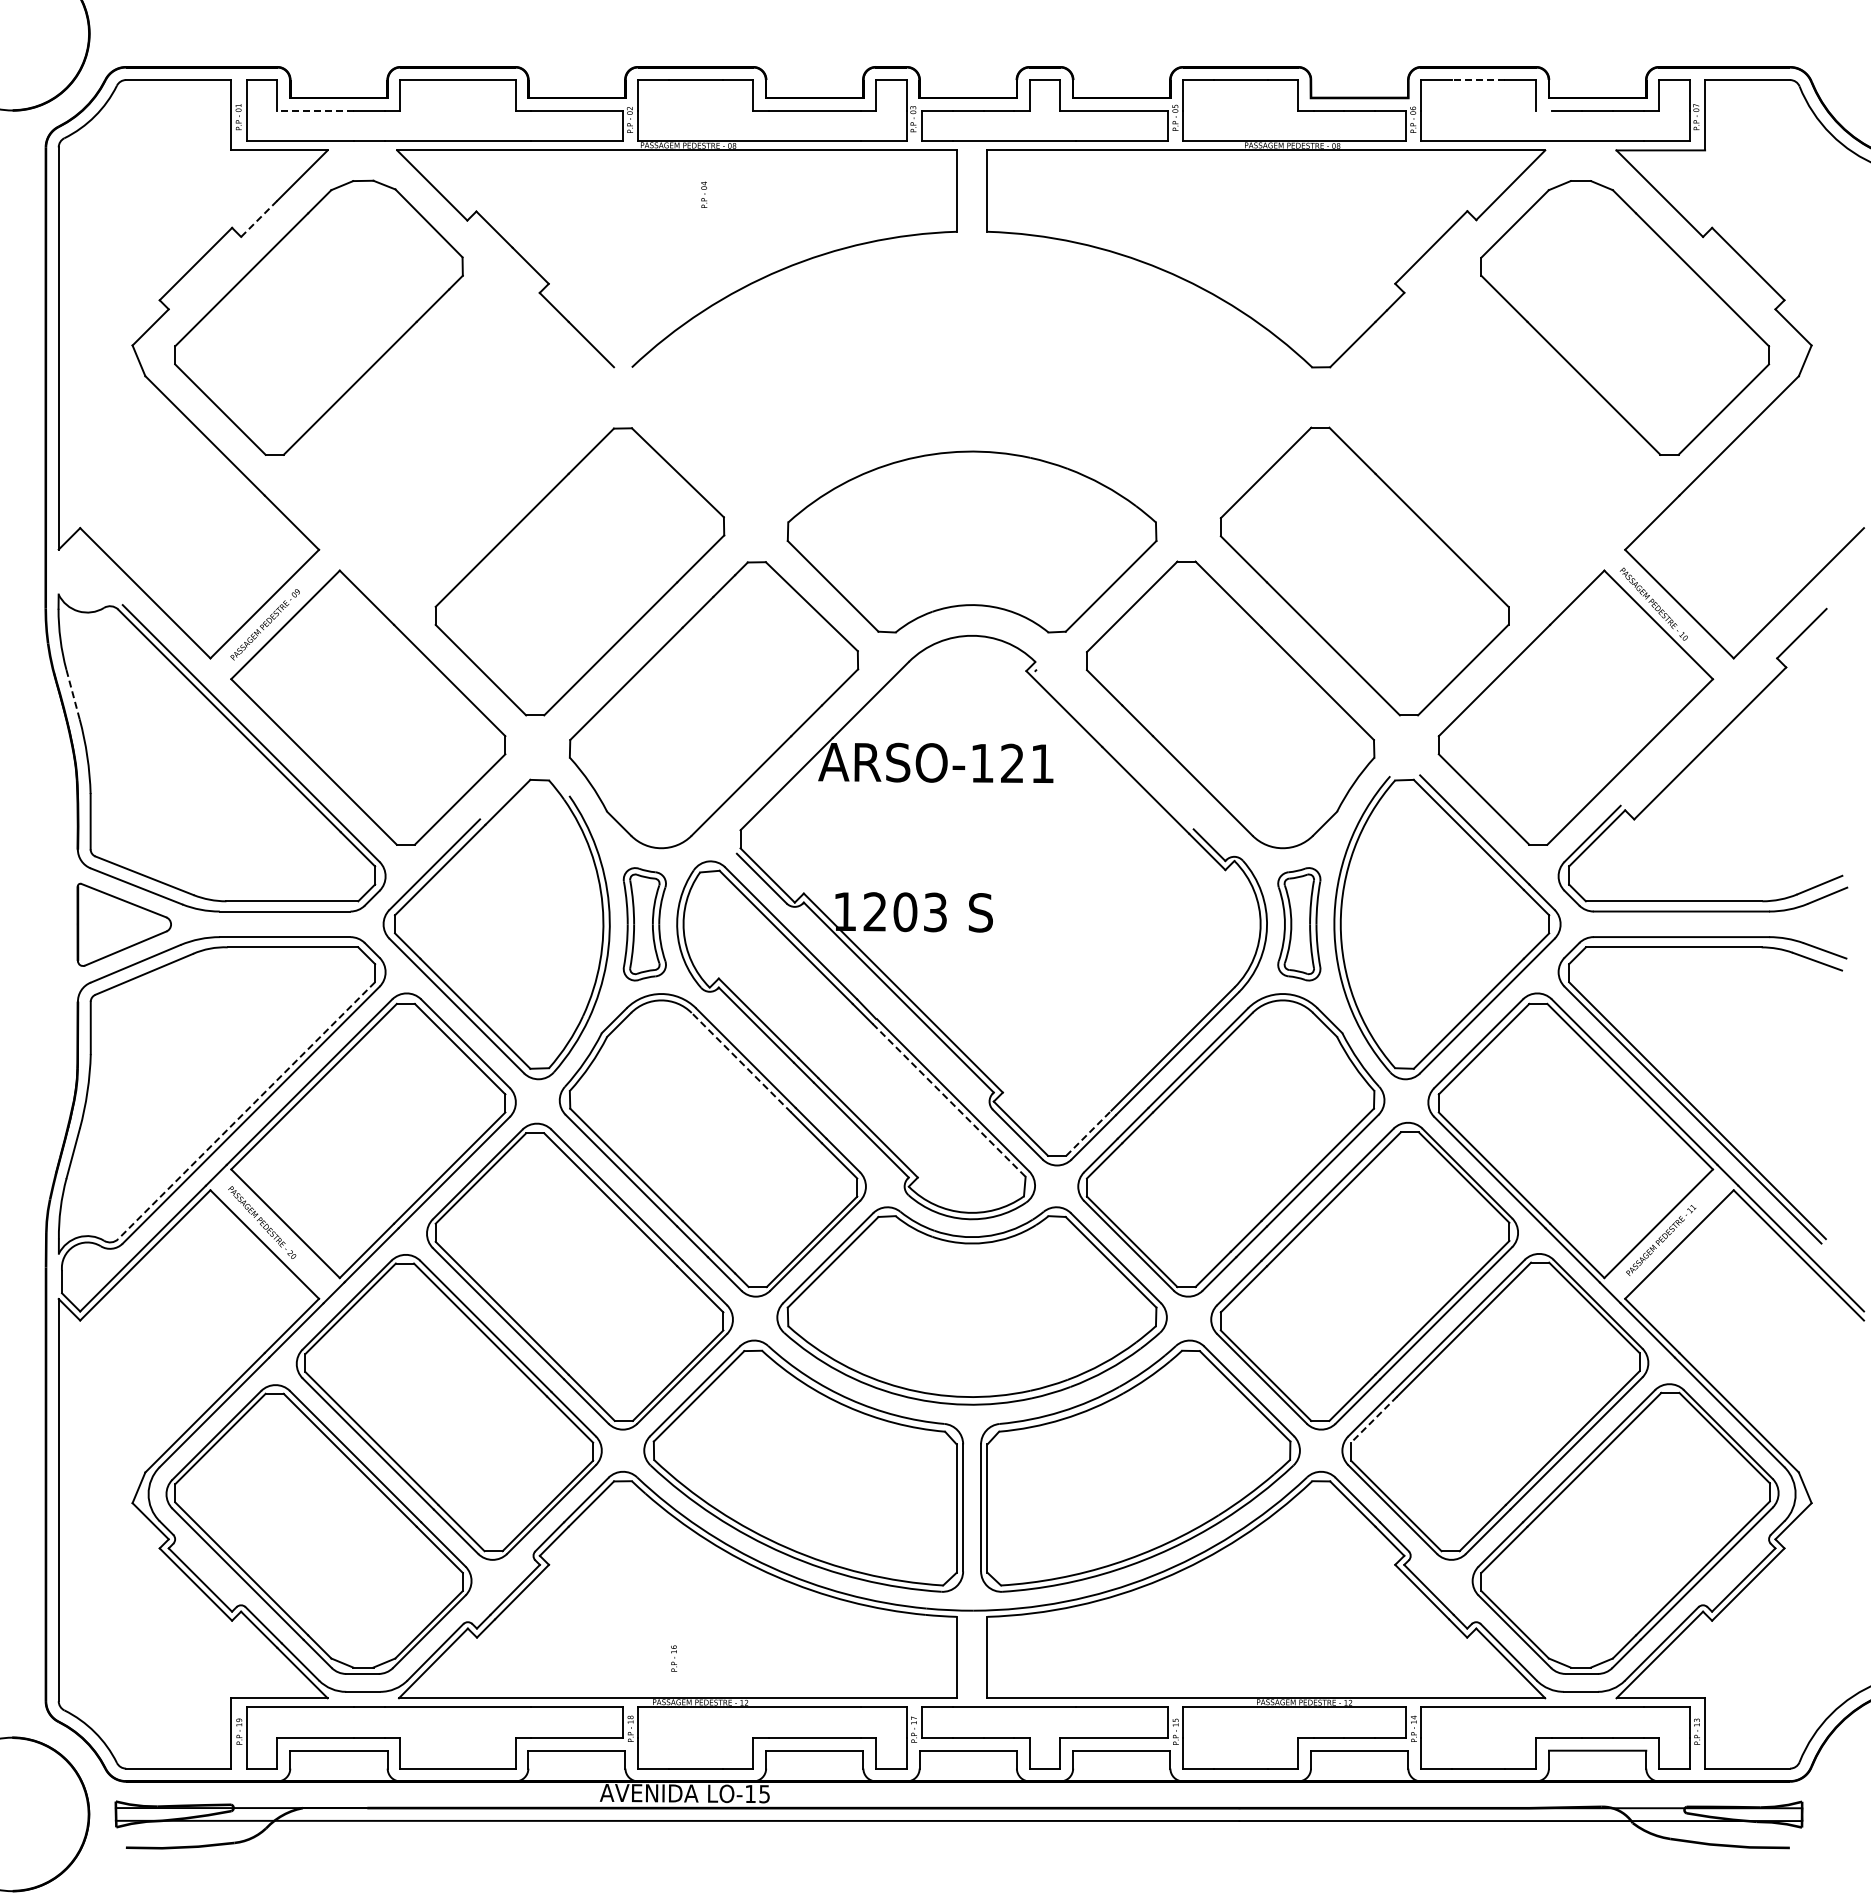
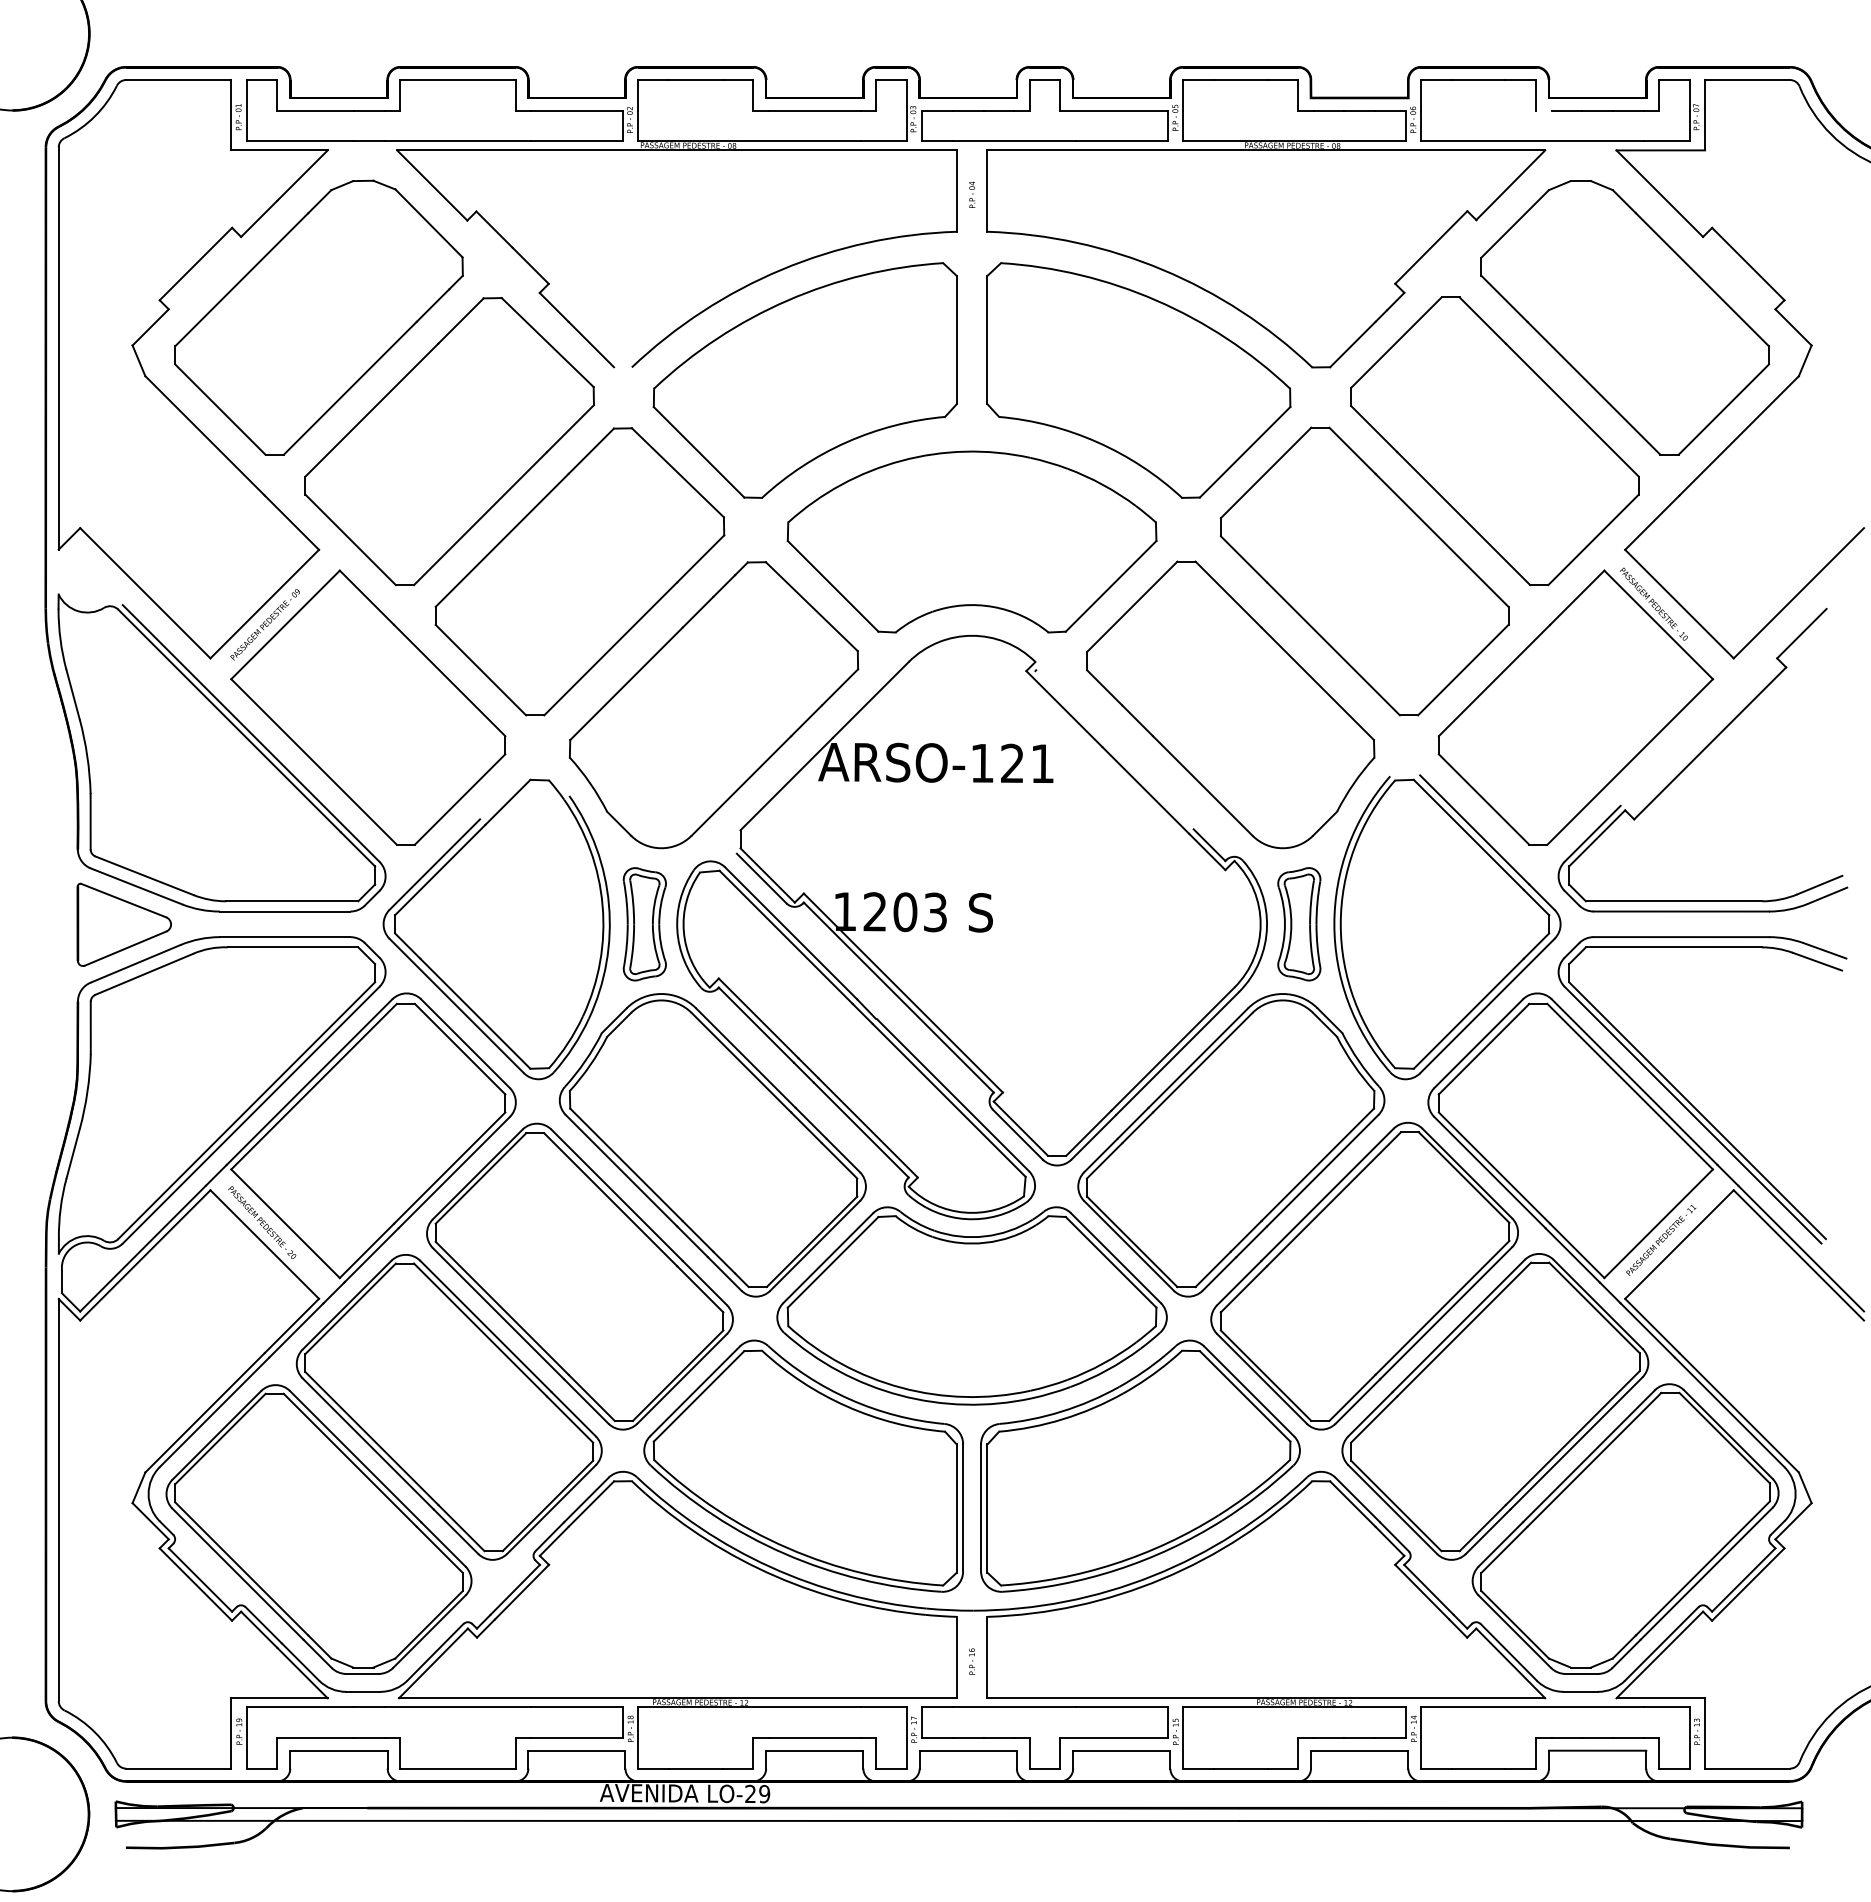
line at (1478, 80): dashed -> solid
line at (315, 110): dashed -> solid
text at (704, 194) position: (704, 194) -> (972, 194)
line at (259, 218): dashed -> solid
part at (804, 380): none -> present
part at (1138, 380): none -> present
part at (449, 441): none -> present
part at (1494, 441): none -> present
line at (73, 694): dashed -> solid
line at (741, 1062): dashed -> solid
line at (949, 1100): dashed -> solid
line at (246, 1110): dashed -> solid
line at (1088, 1133): dashed -> solid
line at (1374, 1419): dashed -> solid
text at (674, 1658) position: (674, 1658) -> (972, 1661)
text at (757, 1793): LO-15 -> LO-29
